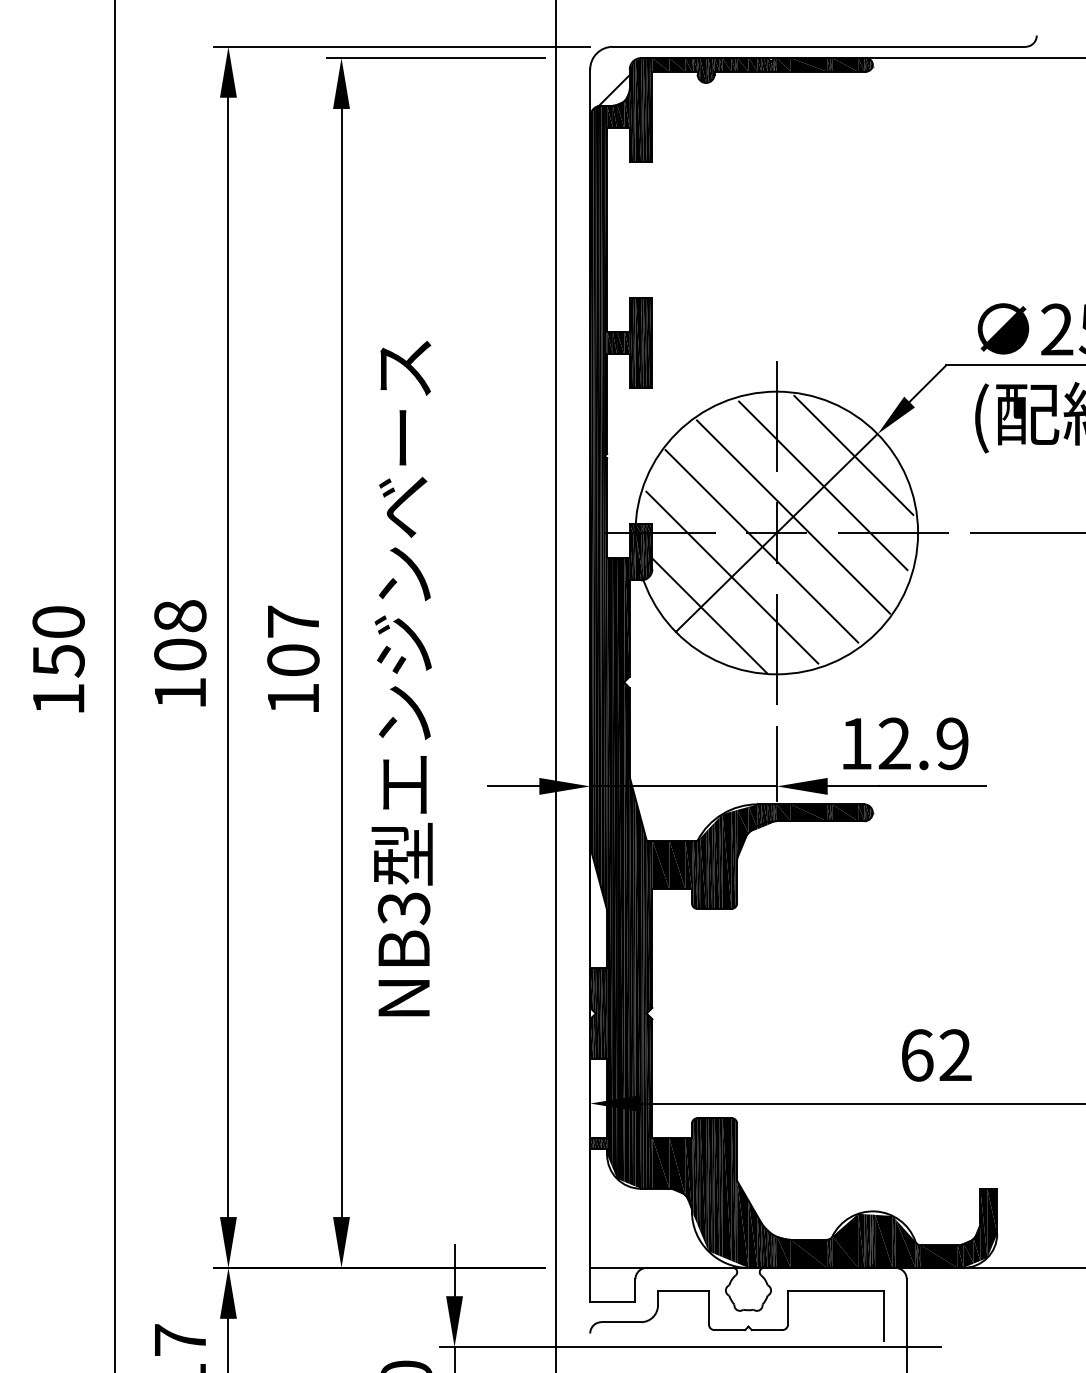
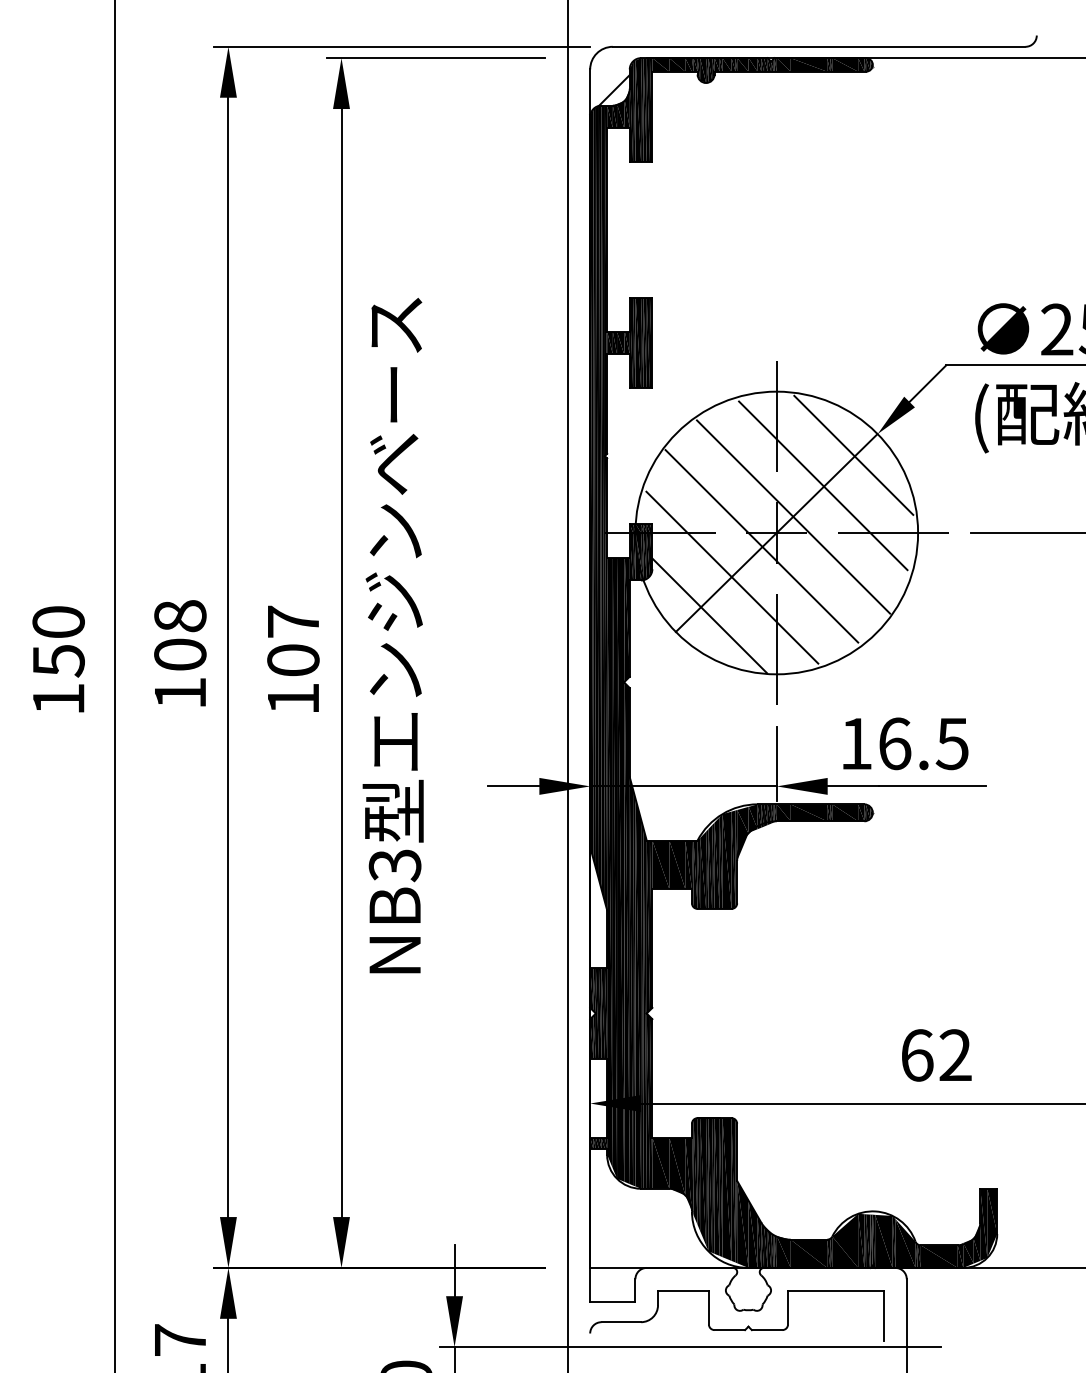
text at (401, 678) position: (401, 678) -> (392, 635)
line at (555, 685) position: (555, 685) -> (567, 685)
text at (923, 743): 12.9 -> 16.5
